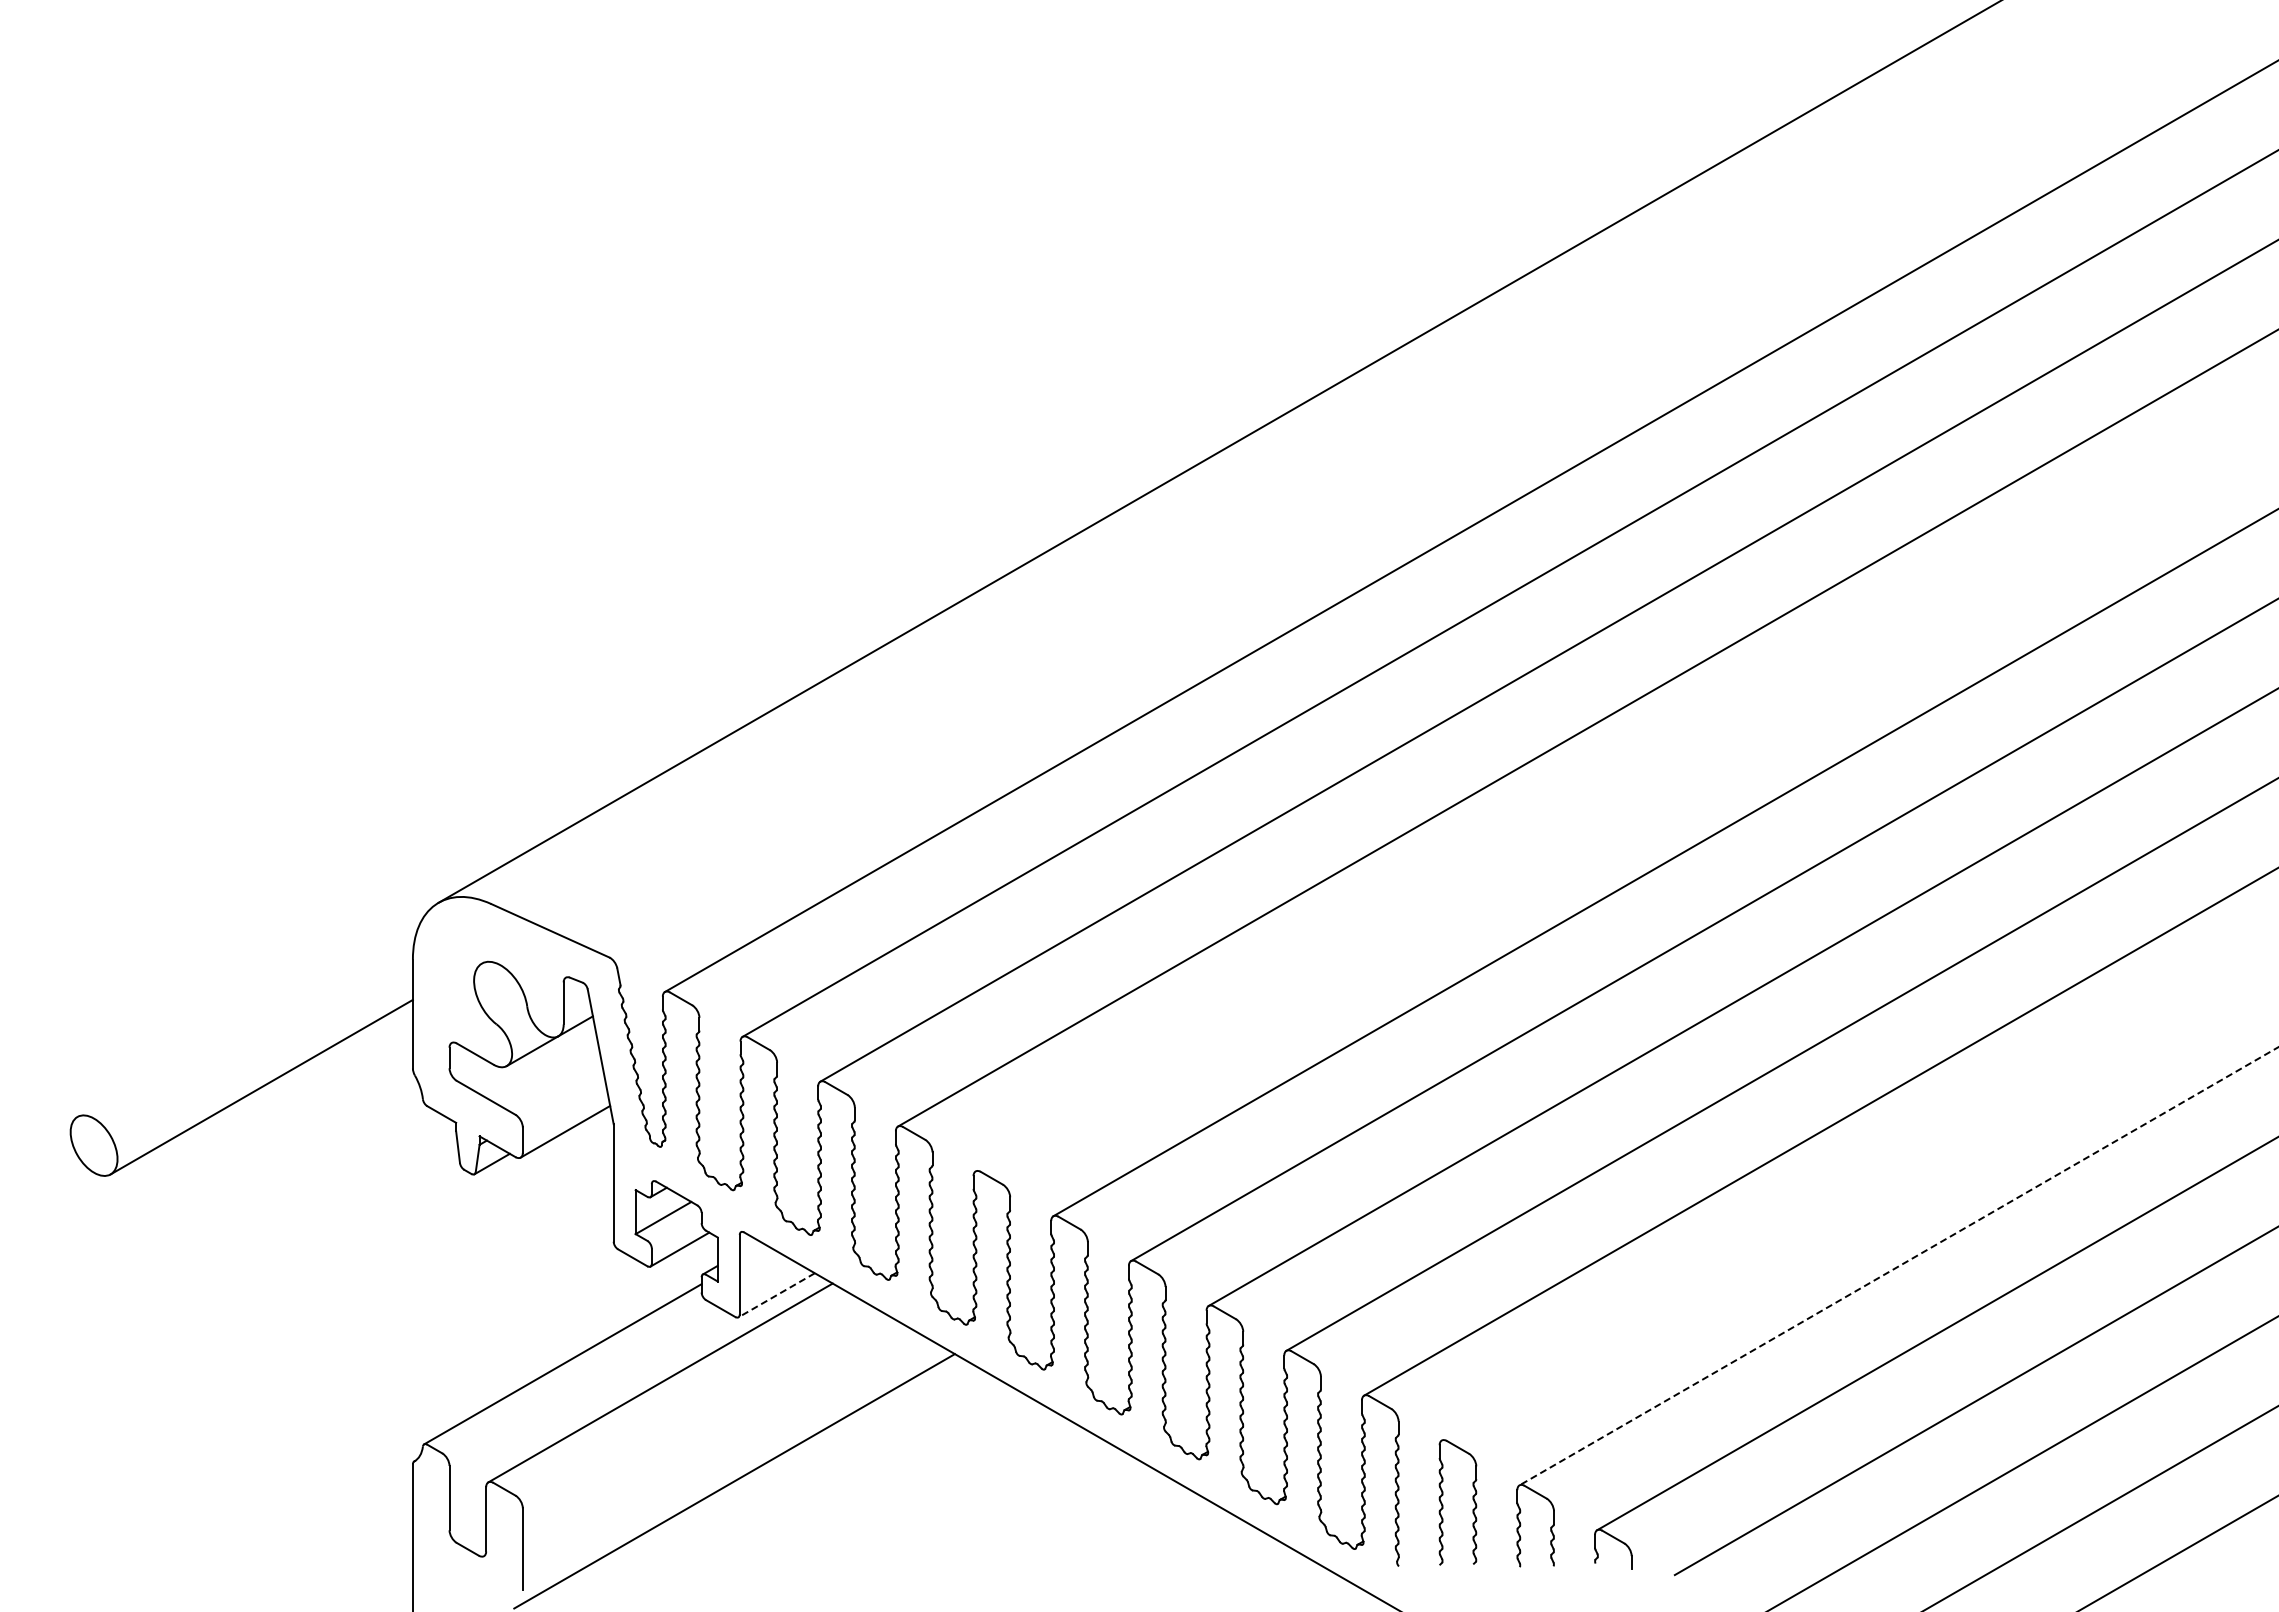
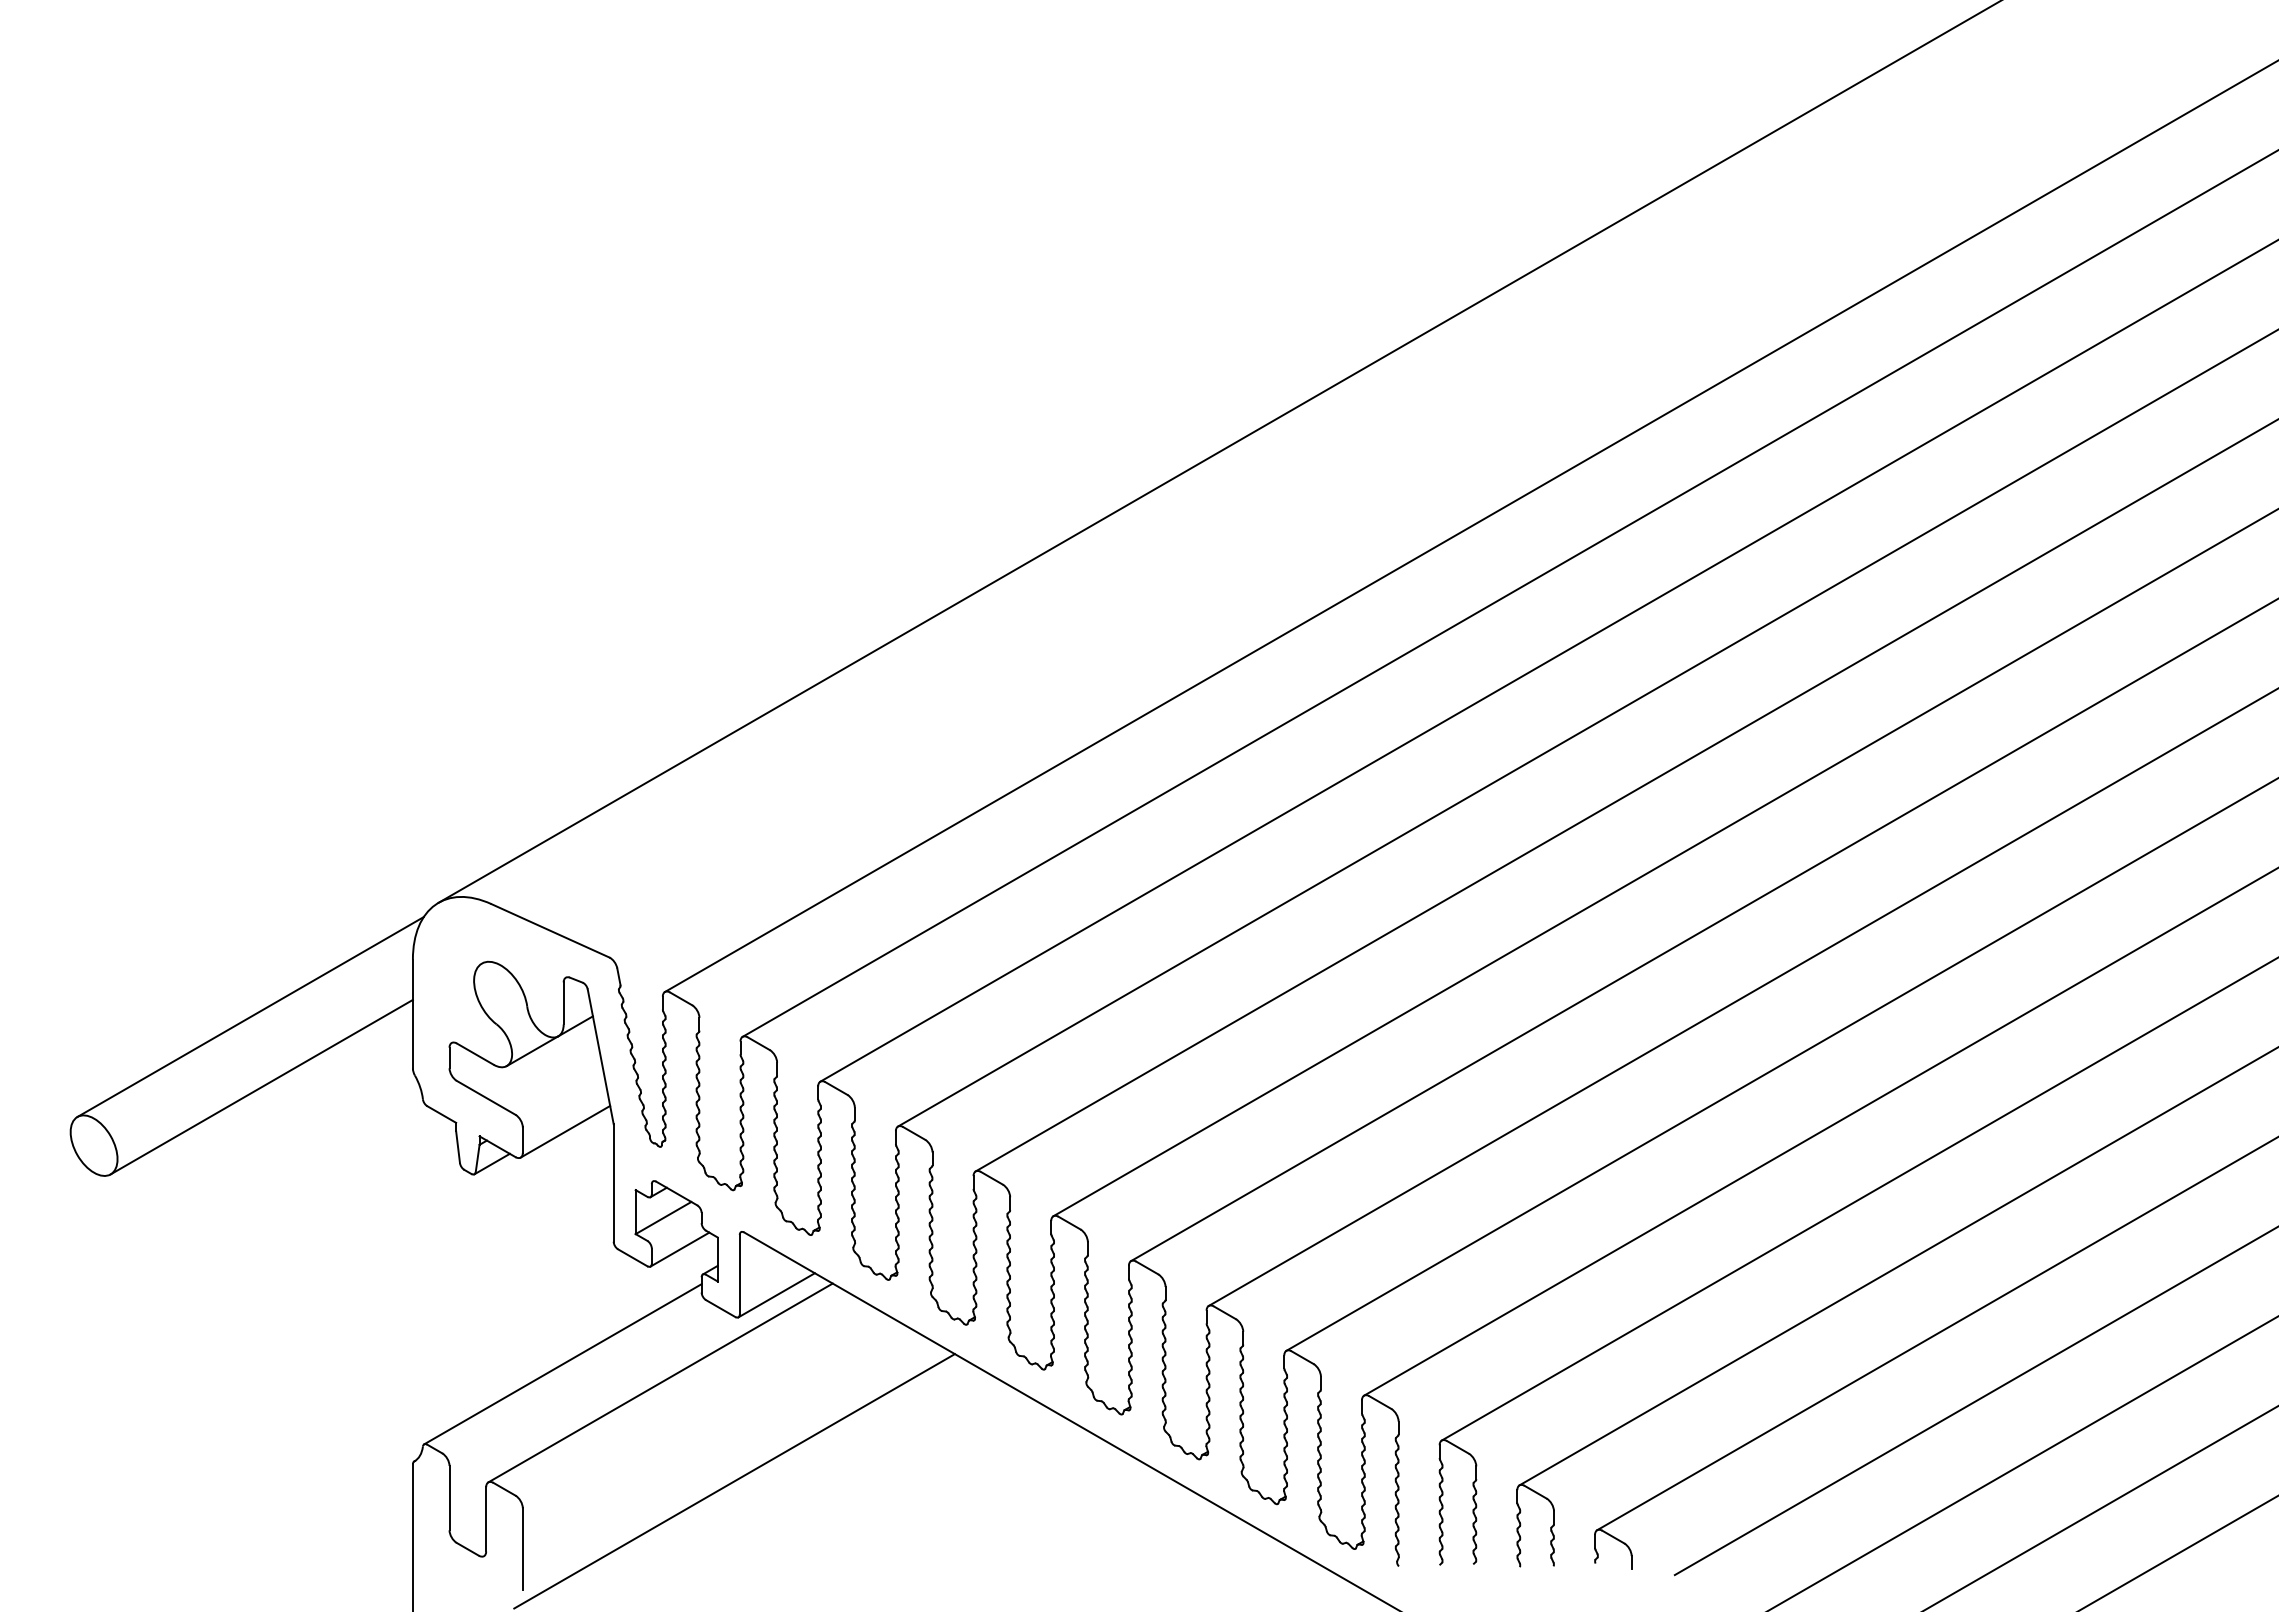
line at (1625, 795): none -> present
line at (250, 1016): none -> present
line at (1858, 1199): none -> present
line at (1898, 1266): dashed -> solid
line at (776, 1295): dashed -> solid
